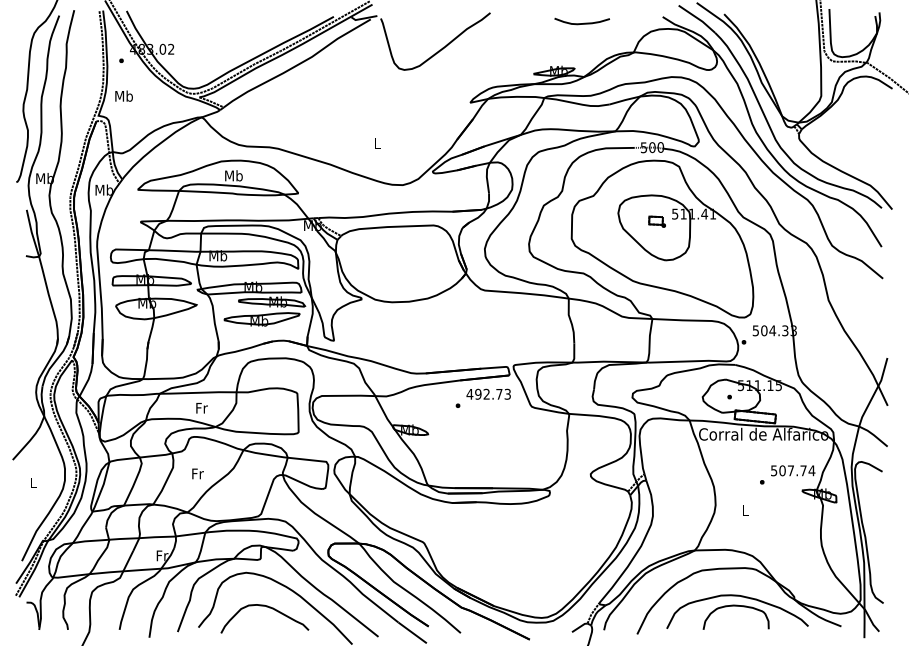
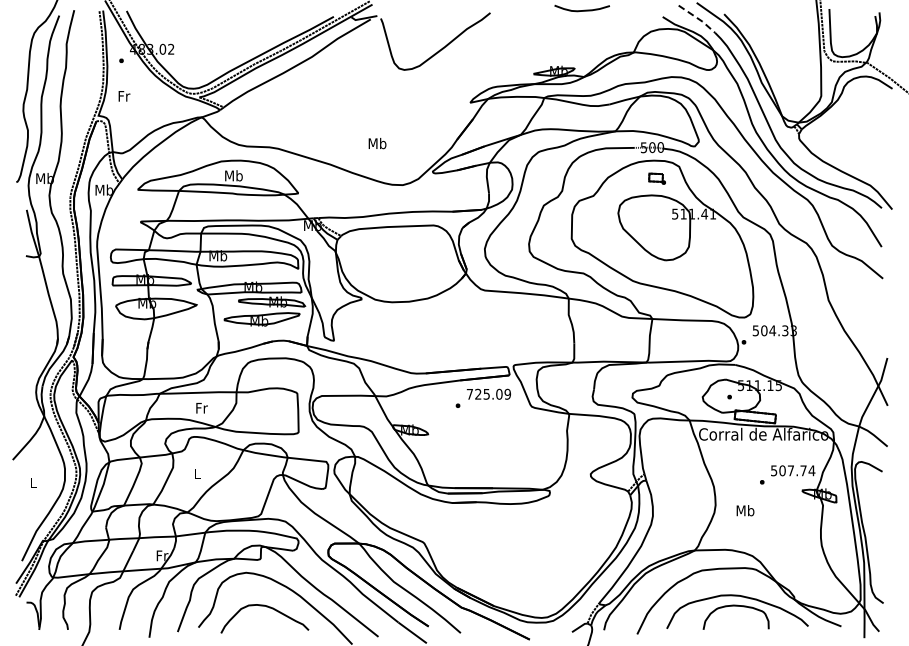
line at (698, 18): solid -> dashed
curve at (581, 23) position: (581, 23) -> (581, 10)
text at (123, 95): Mb -> Fr
text at (377, 143): L -> Mb
part at (656, 221) position: (656, 221) -> (656, 178)
text at (488, 393): 492.73 -> 725.09
text at (197, 473): Fr -> L
text at (745, 510): L -> Mb
